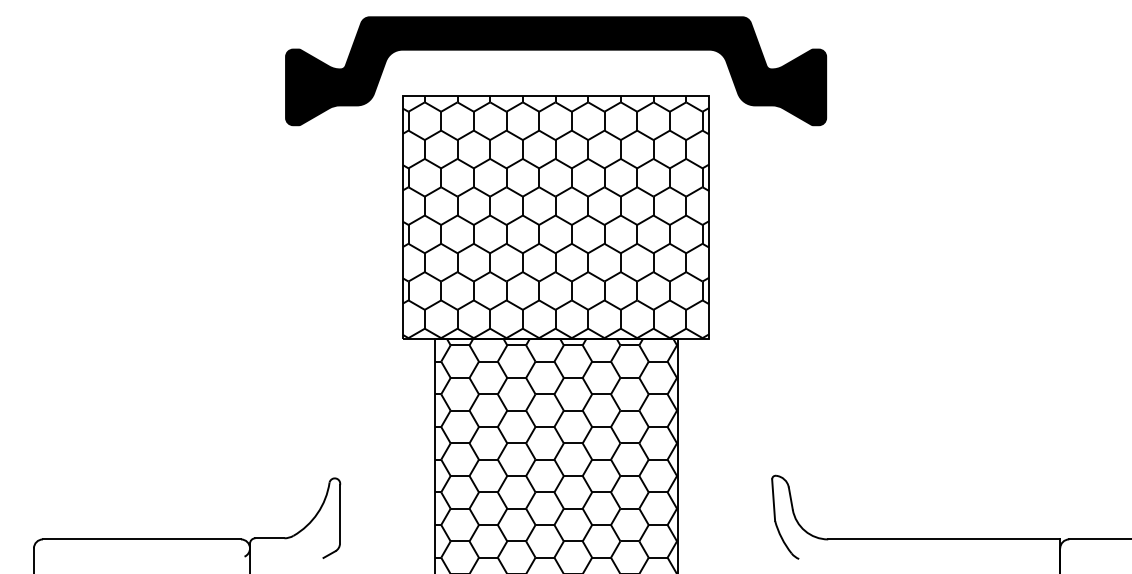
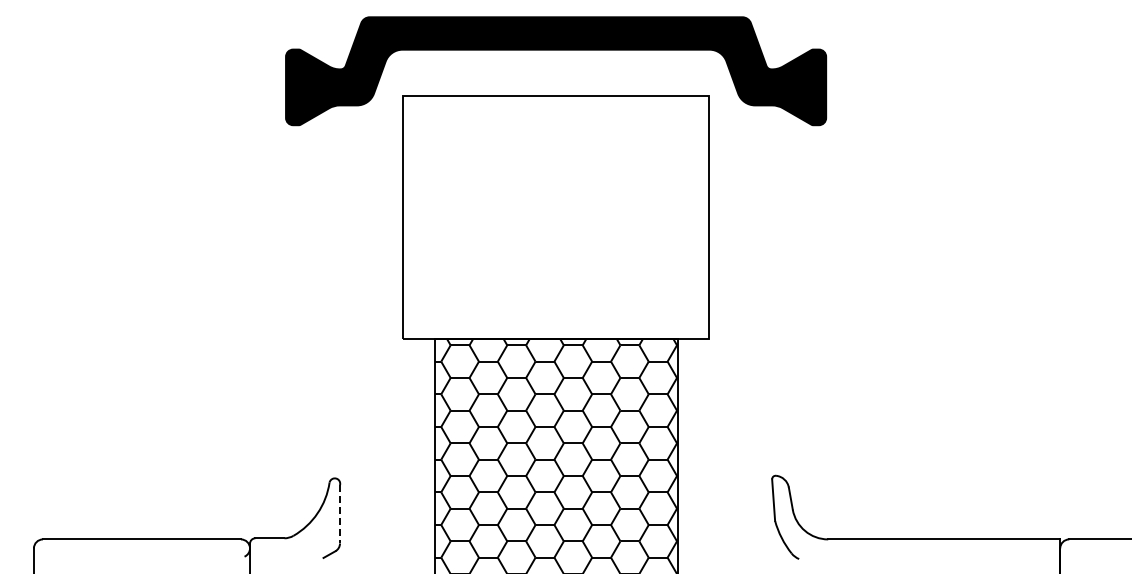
hatch at (556, 216): present -> none
line at (340, 514): solid -> dashed
